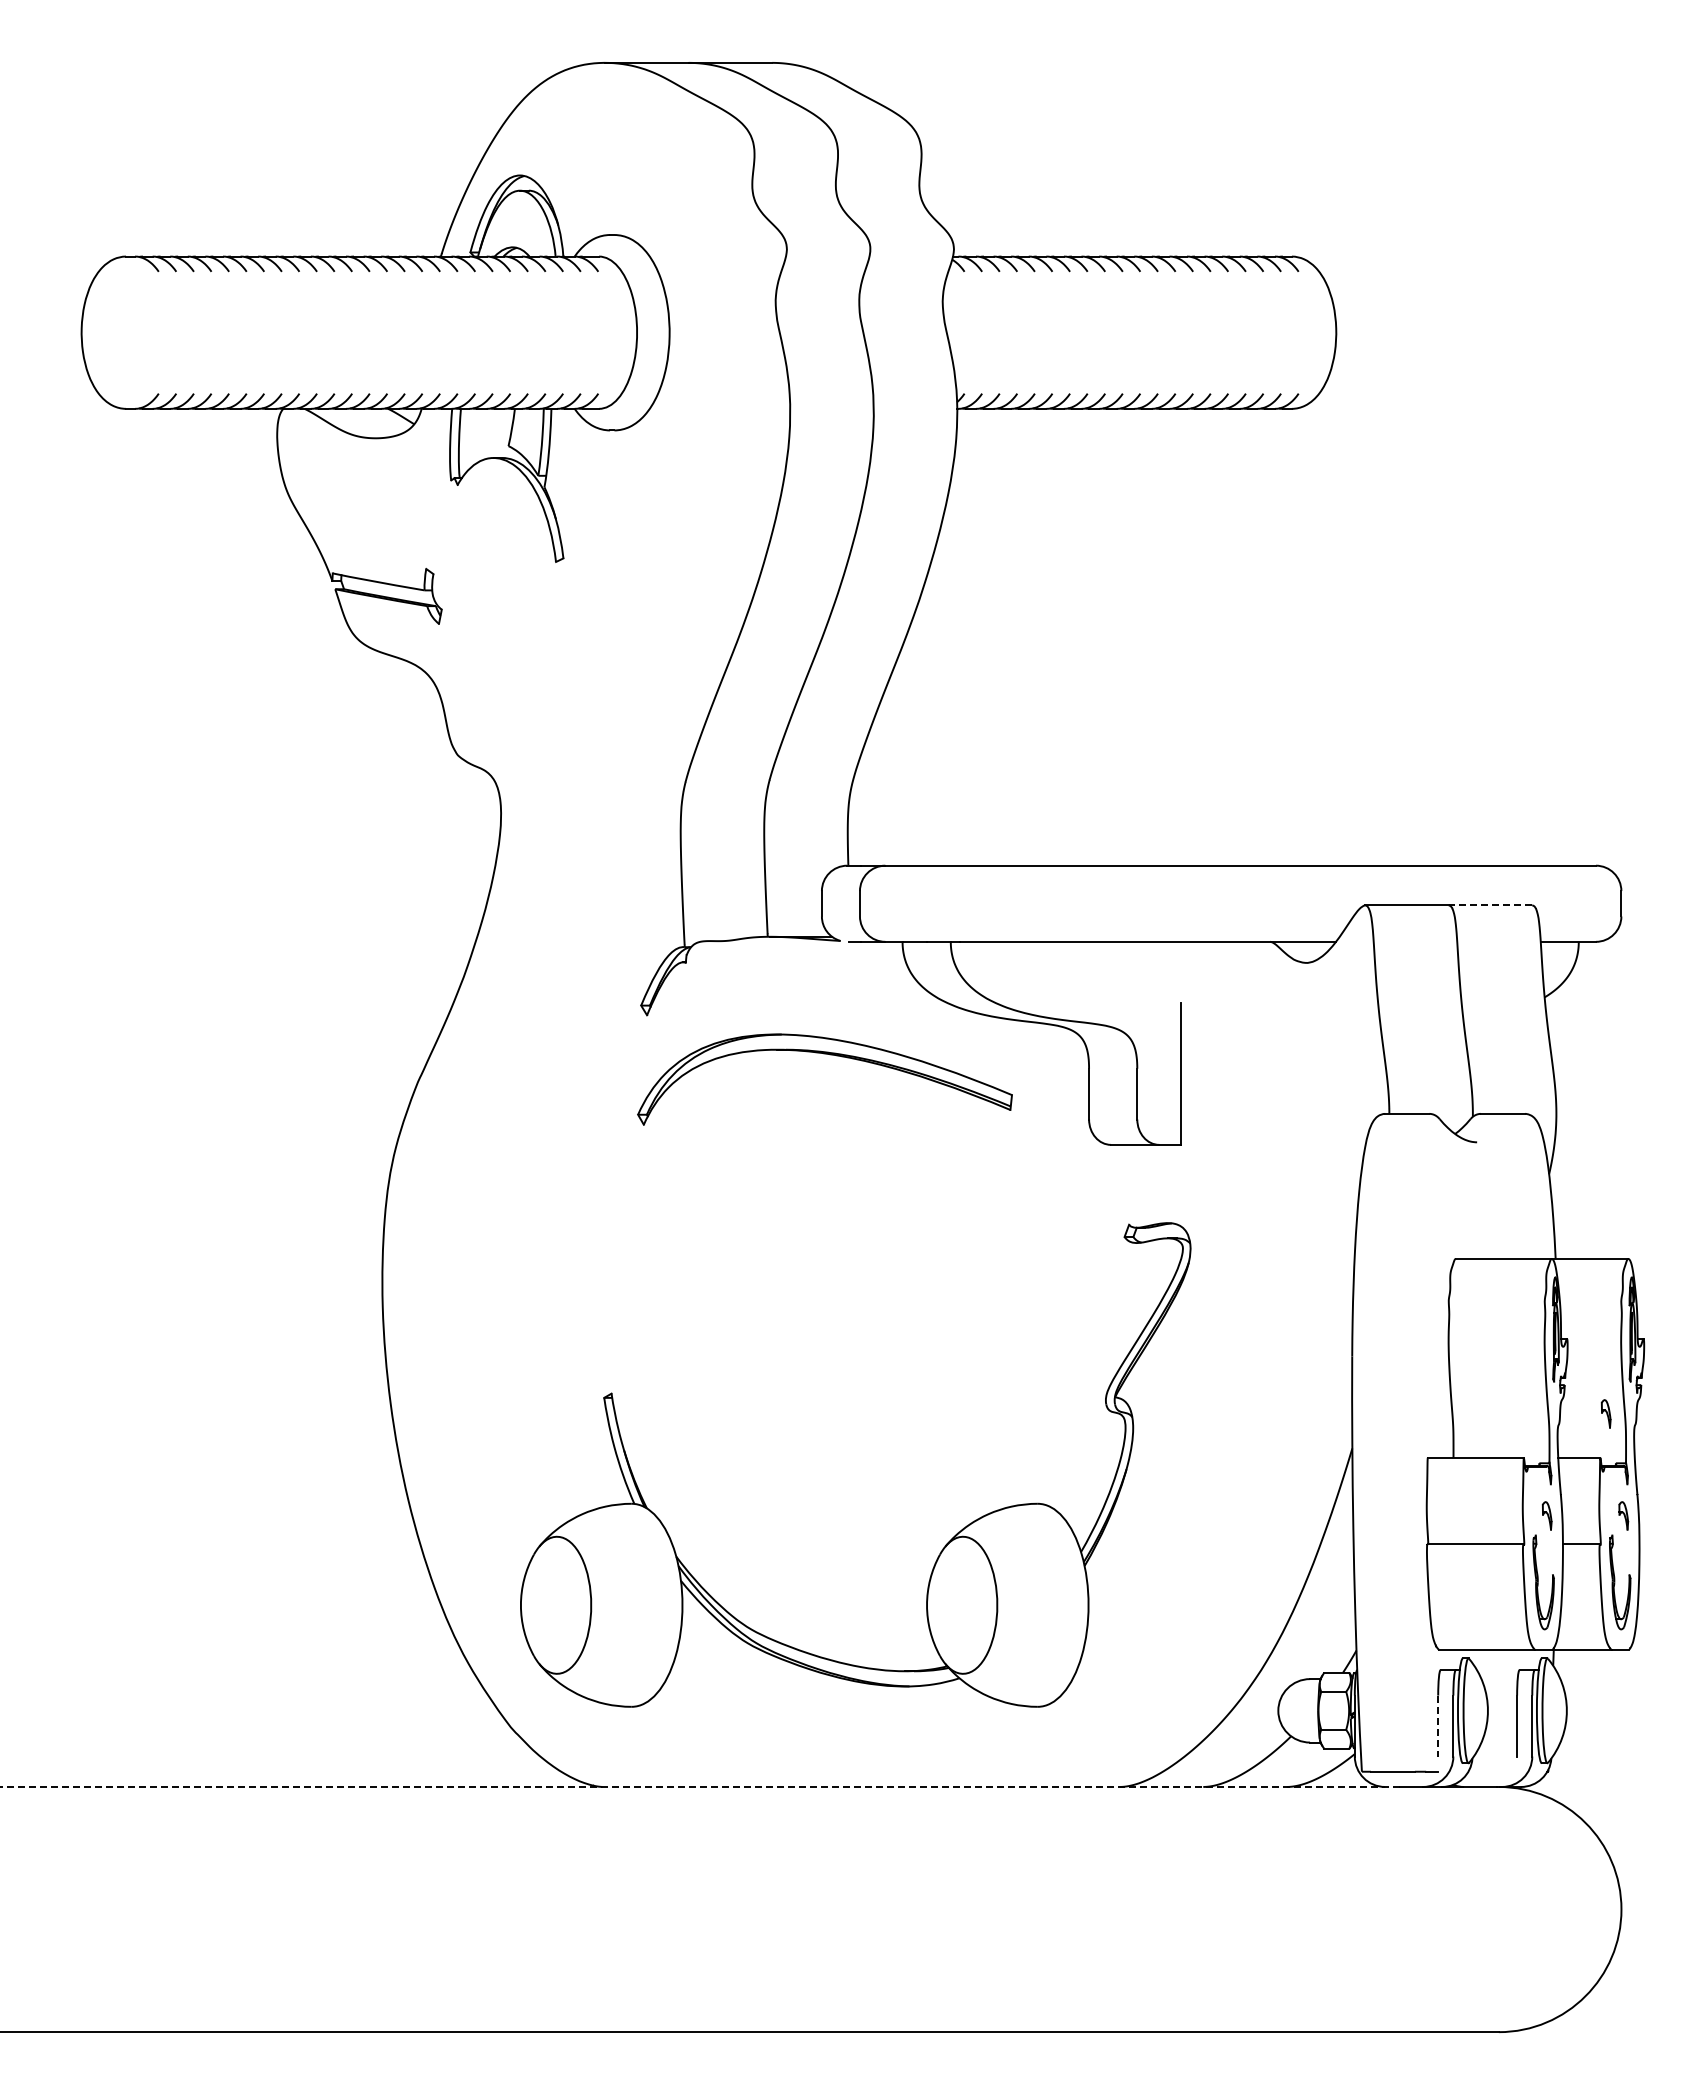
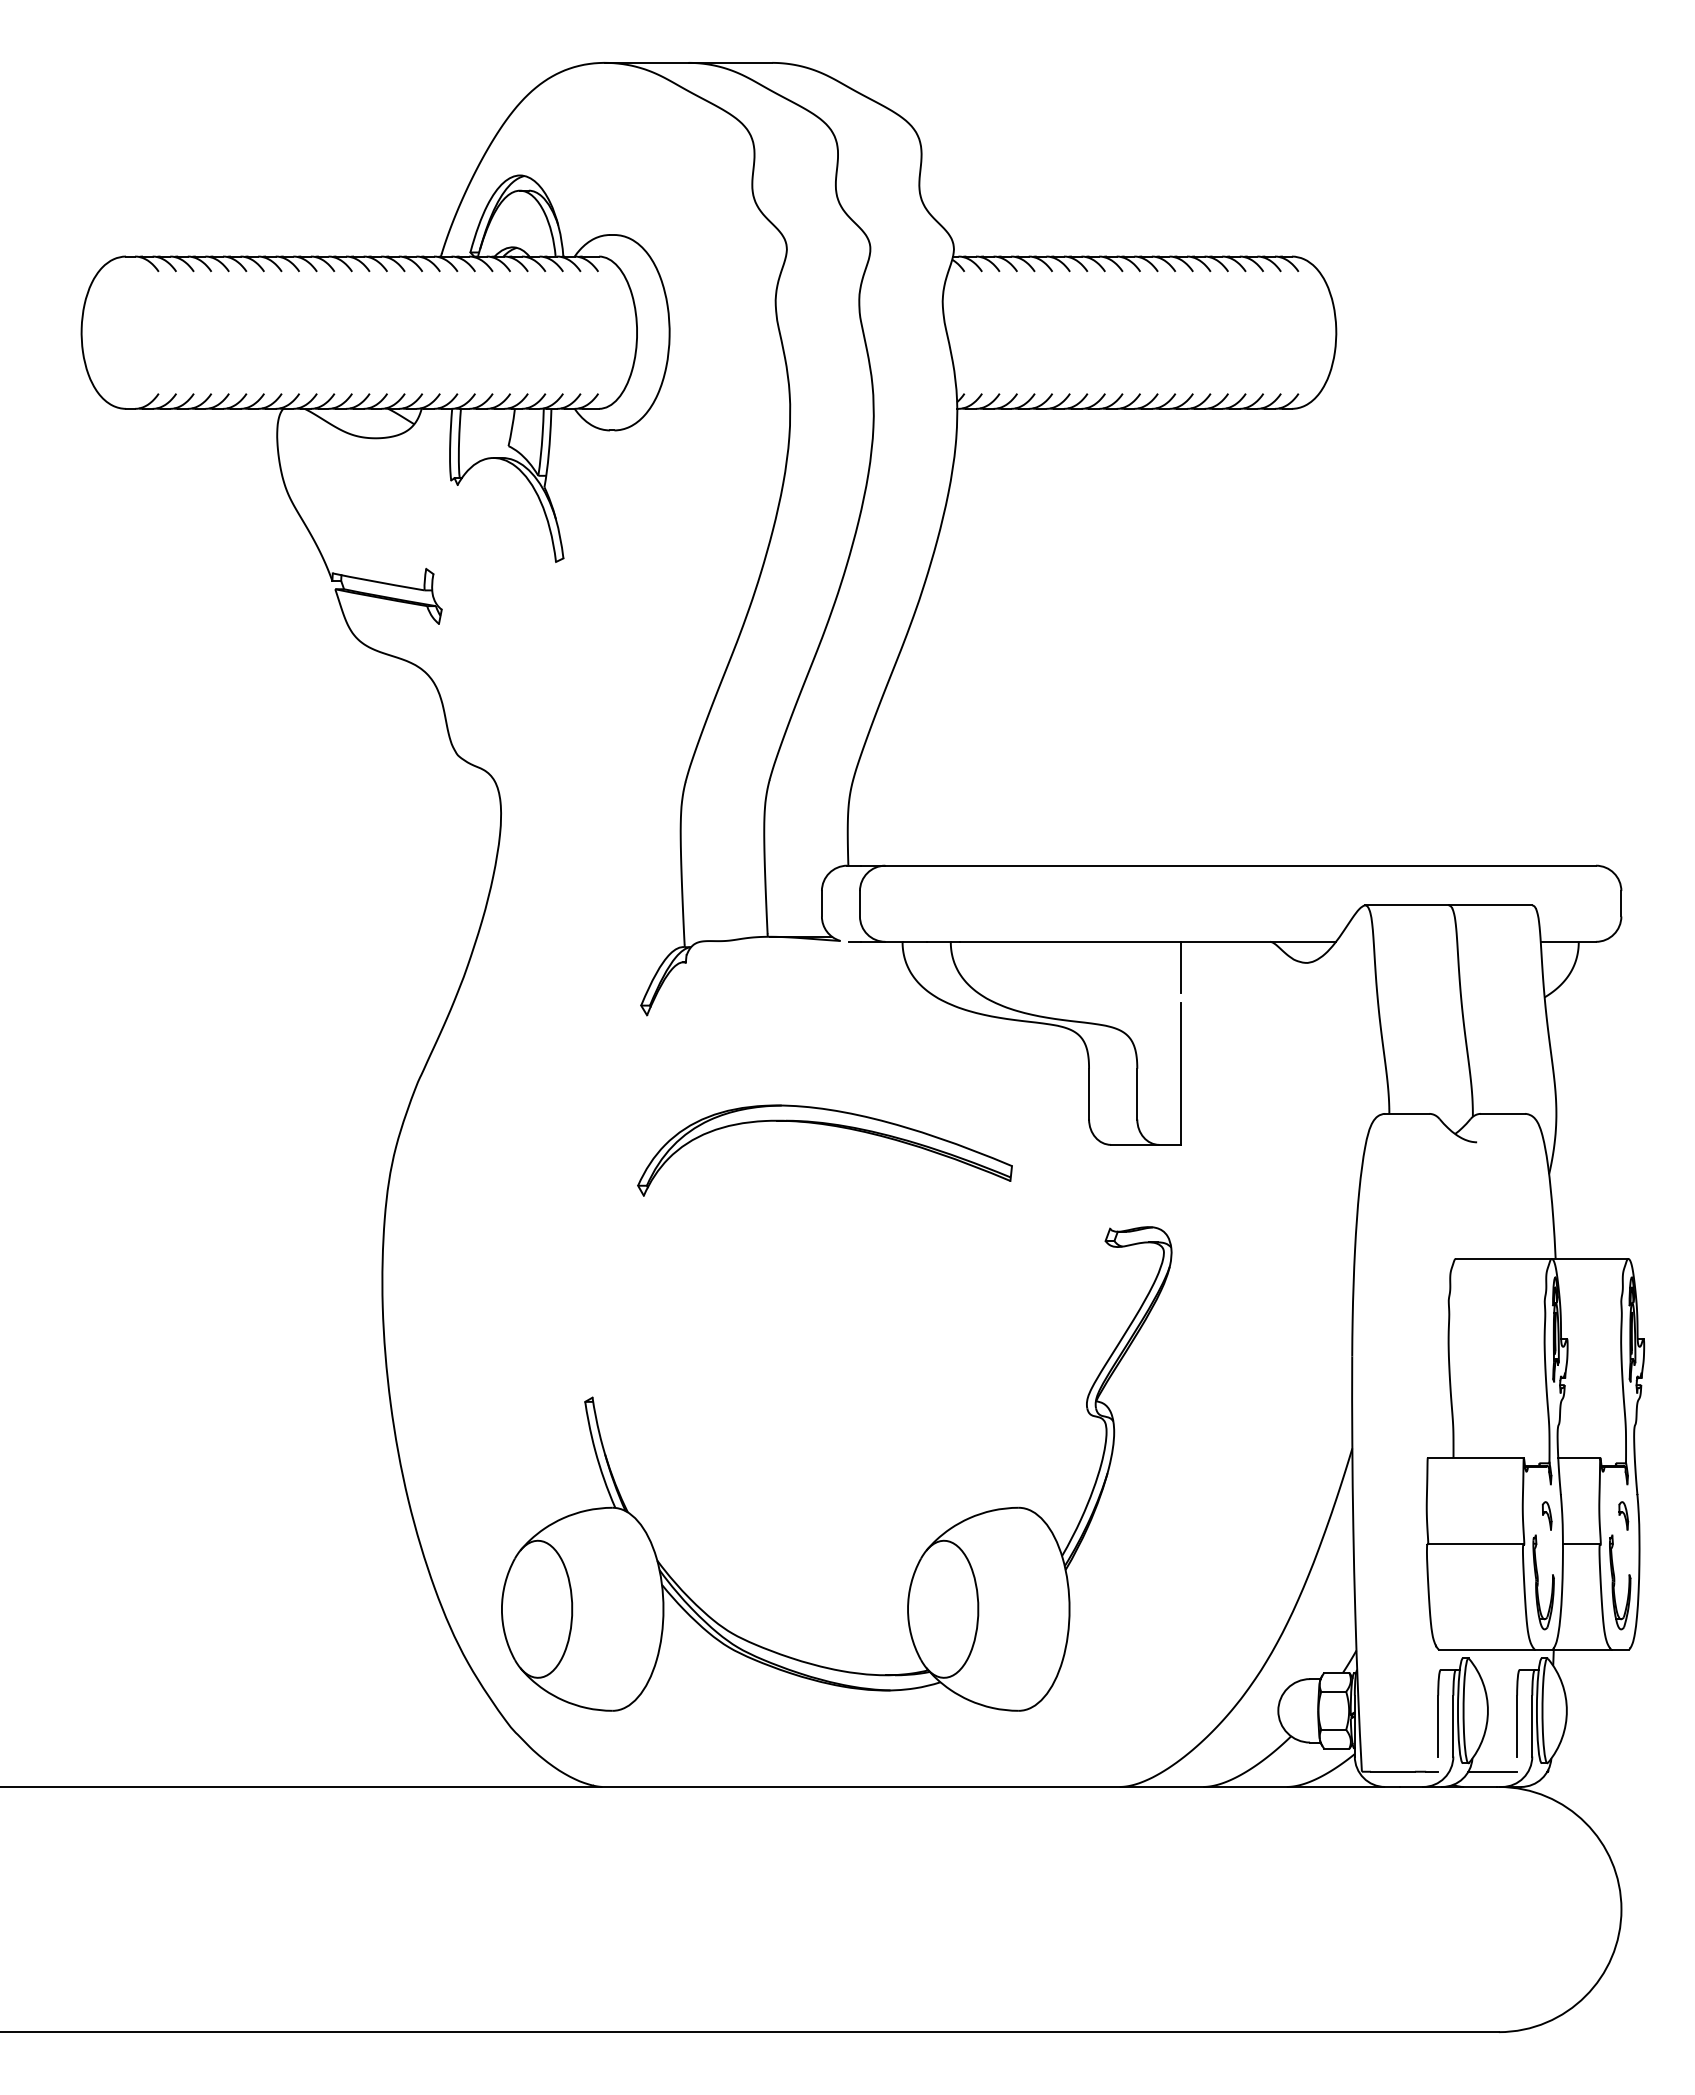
line at (1490, 905): dashed -> solid
line at (1181, 966): none -> present
part at (830, 1055) position: (830, 1055) -> (830, 1126)
part at (1605, 1413): present -> none
part at (945, 1544) position: (945, 1544) -> (926, 1548)
line at (1438, 1726): dashed -> solid
line at (1492, 1771): none -> present
line at (700, 1786): dashed -> solid
